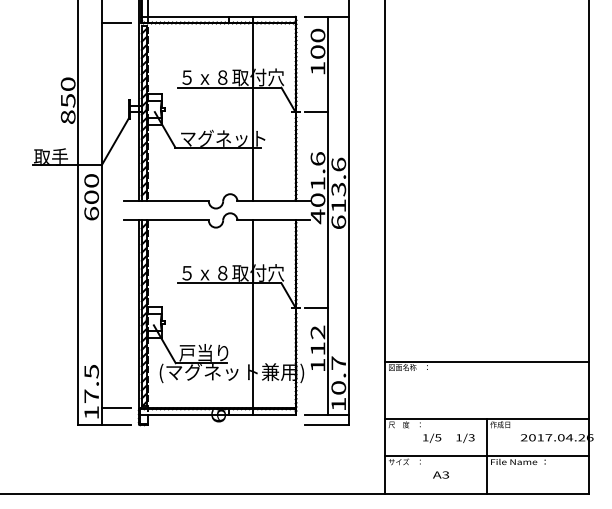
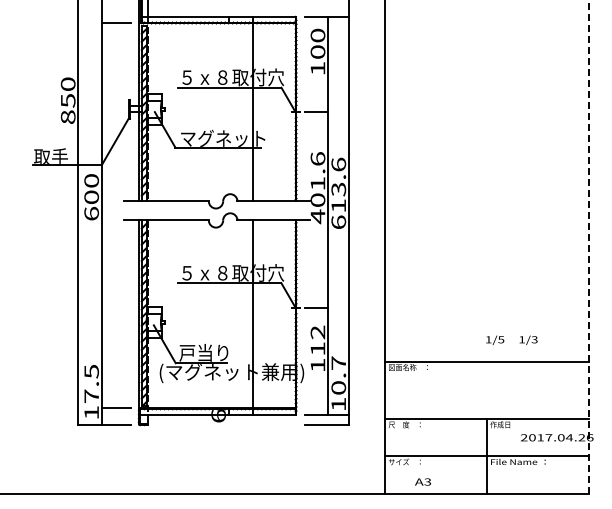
line at (588, 246): solid -> dashed
text at (448, 437) position: (448, 437) -> (511, 339)
text at (441, 474) position: (441, 474) -> (423, 481)
